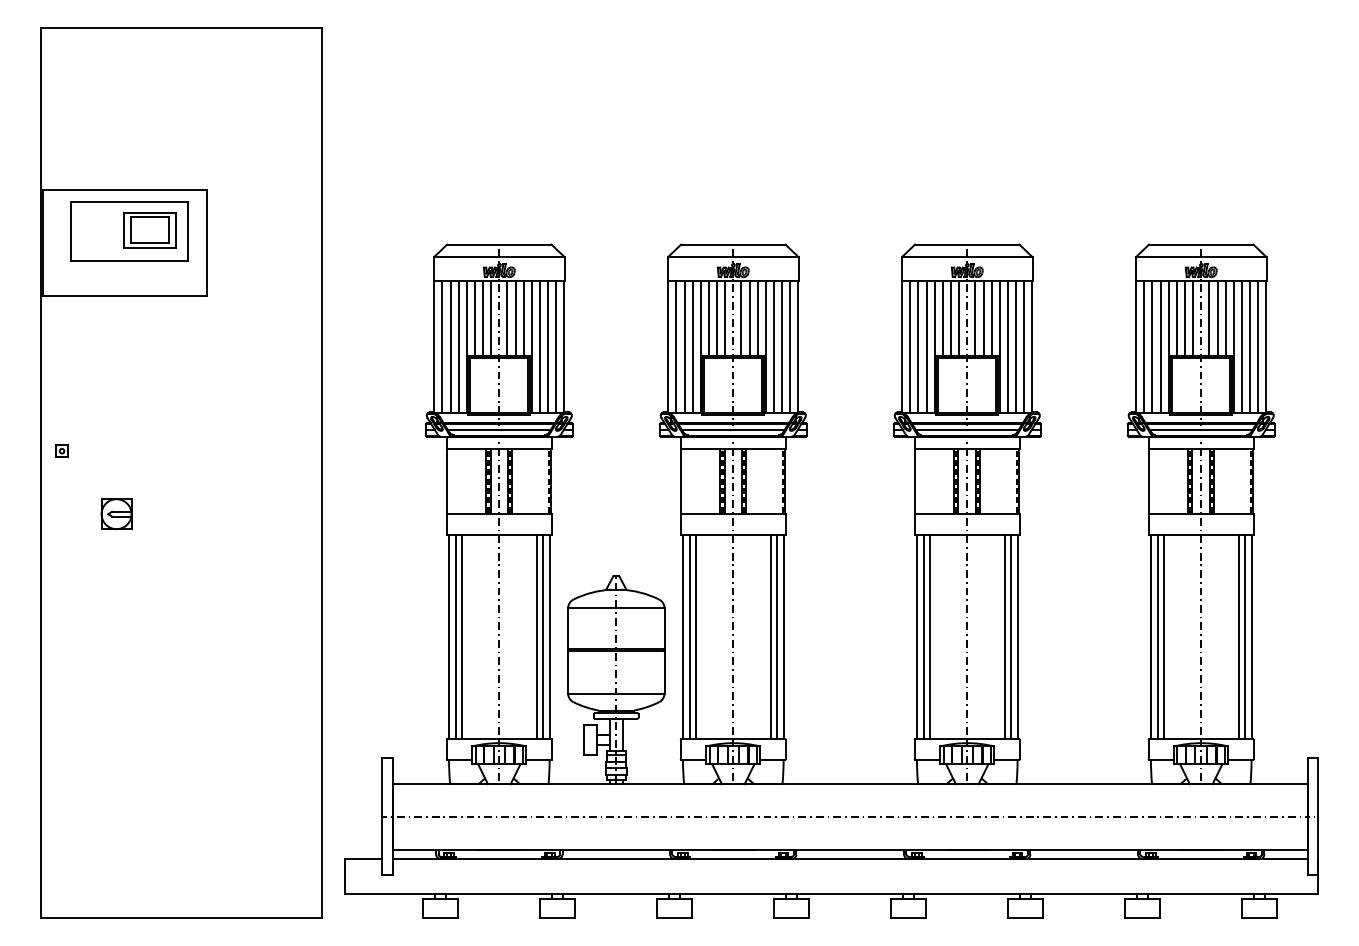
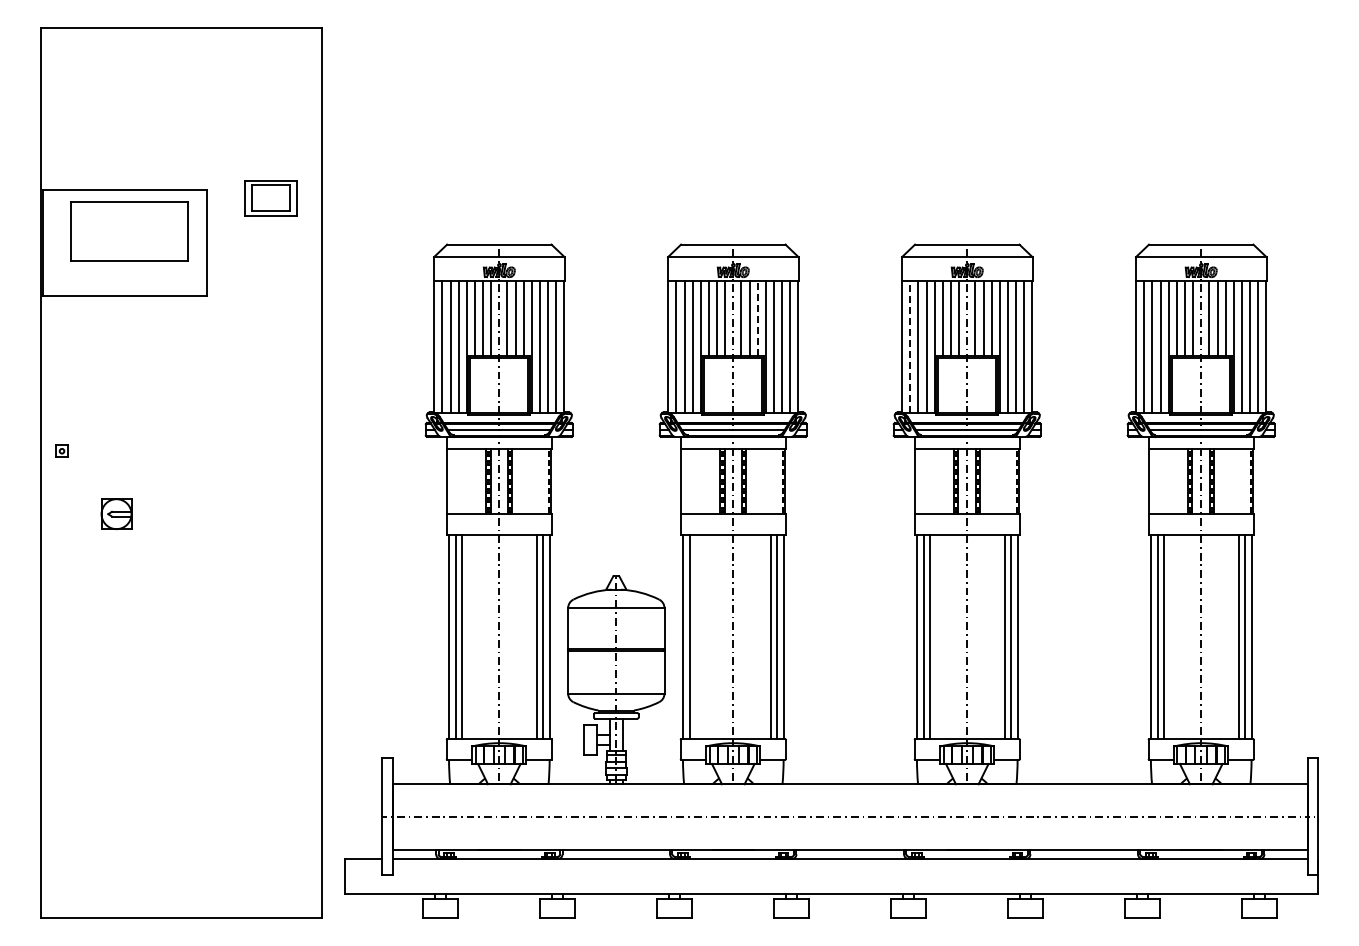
part at (149, 230) position: (149, 230) -> (270, 198)
line at (757, 318): solid -> dashed
line at (910, 347): solid -> dashed
line at (695, 636): present -> none
